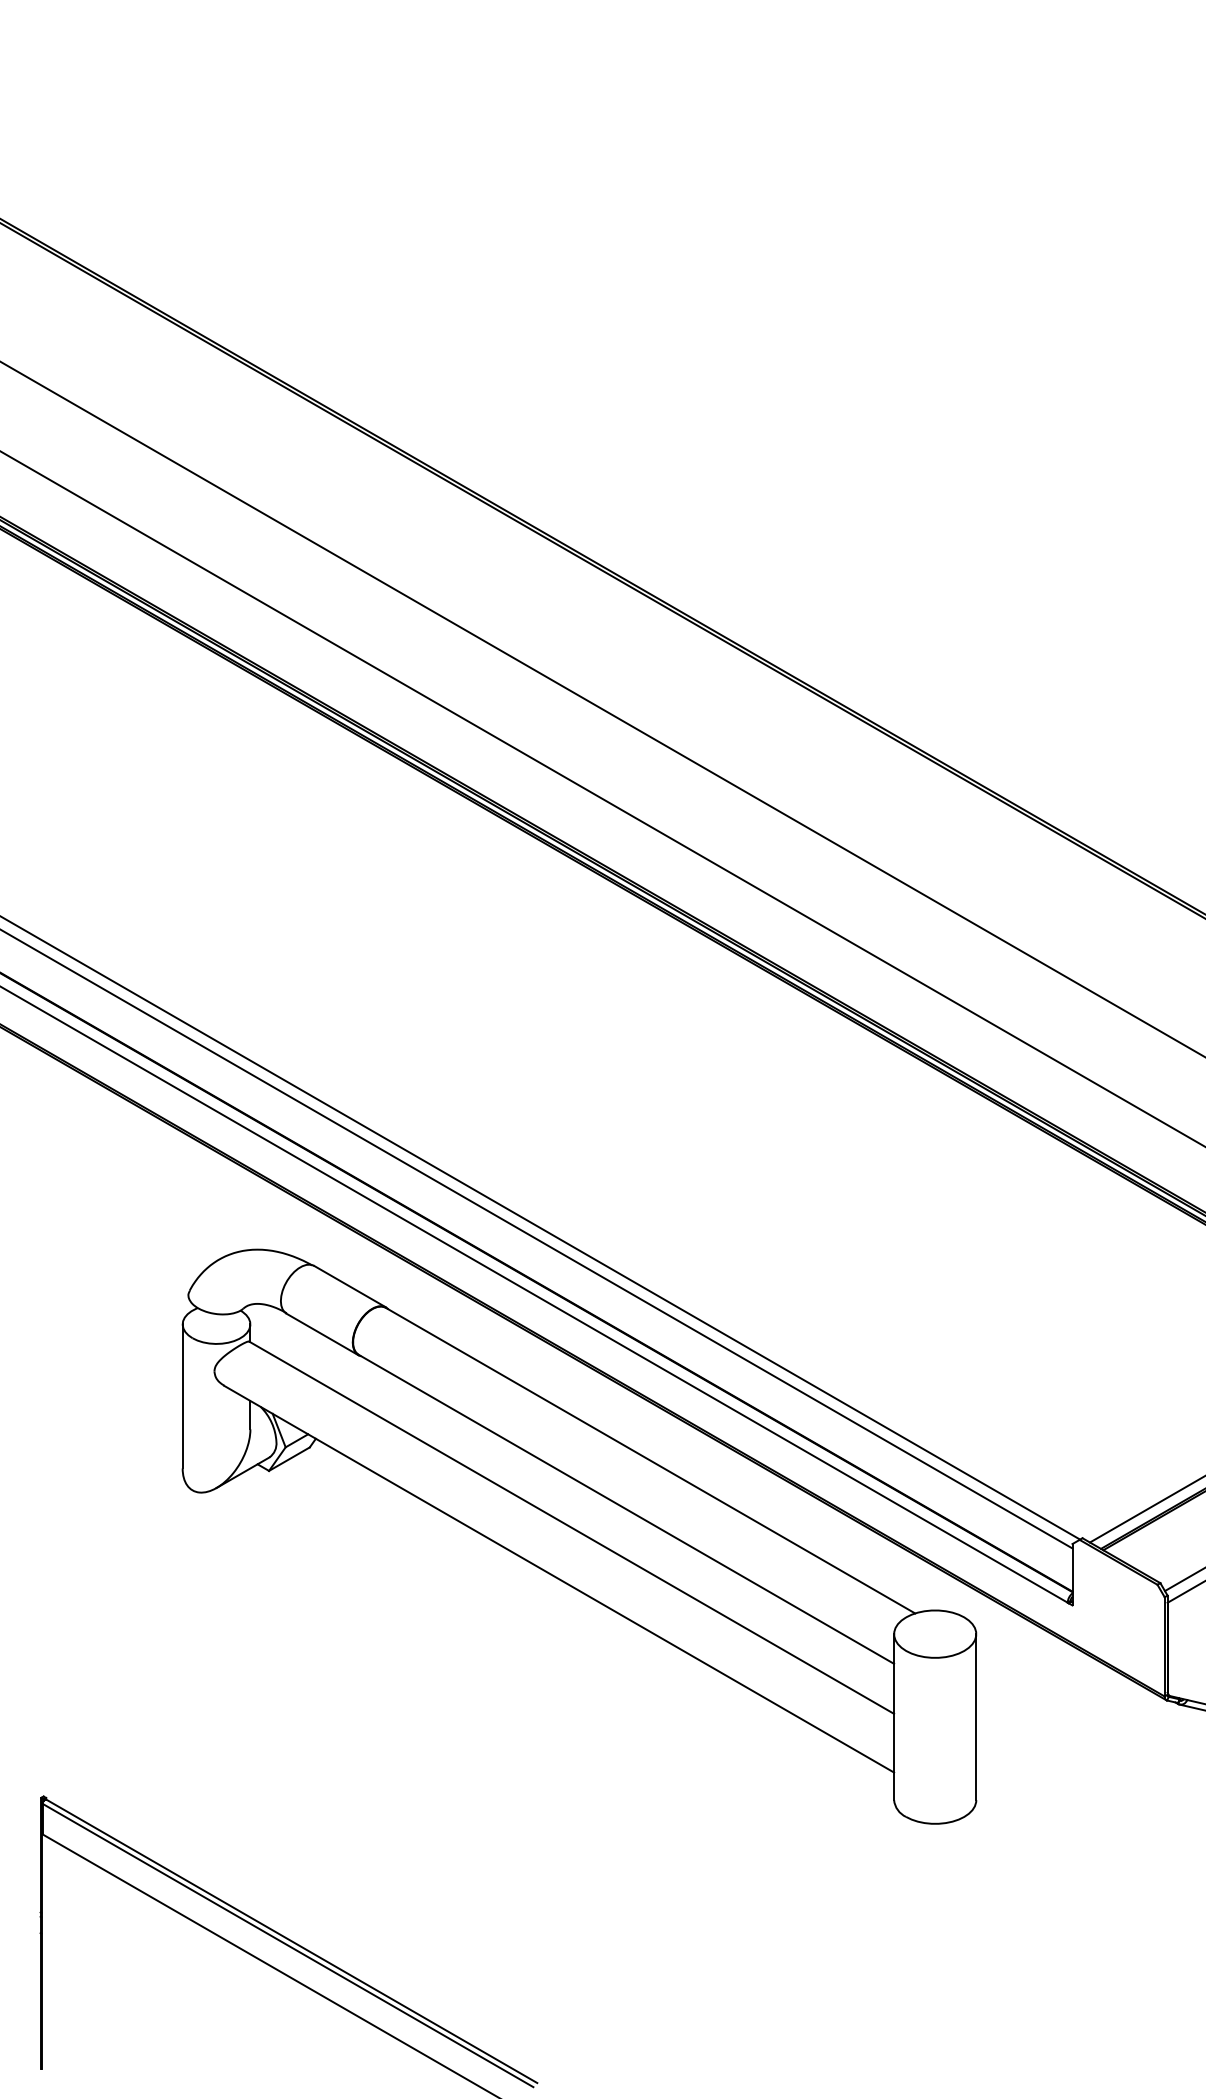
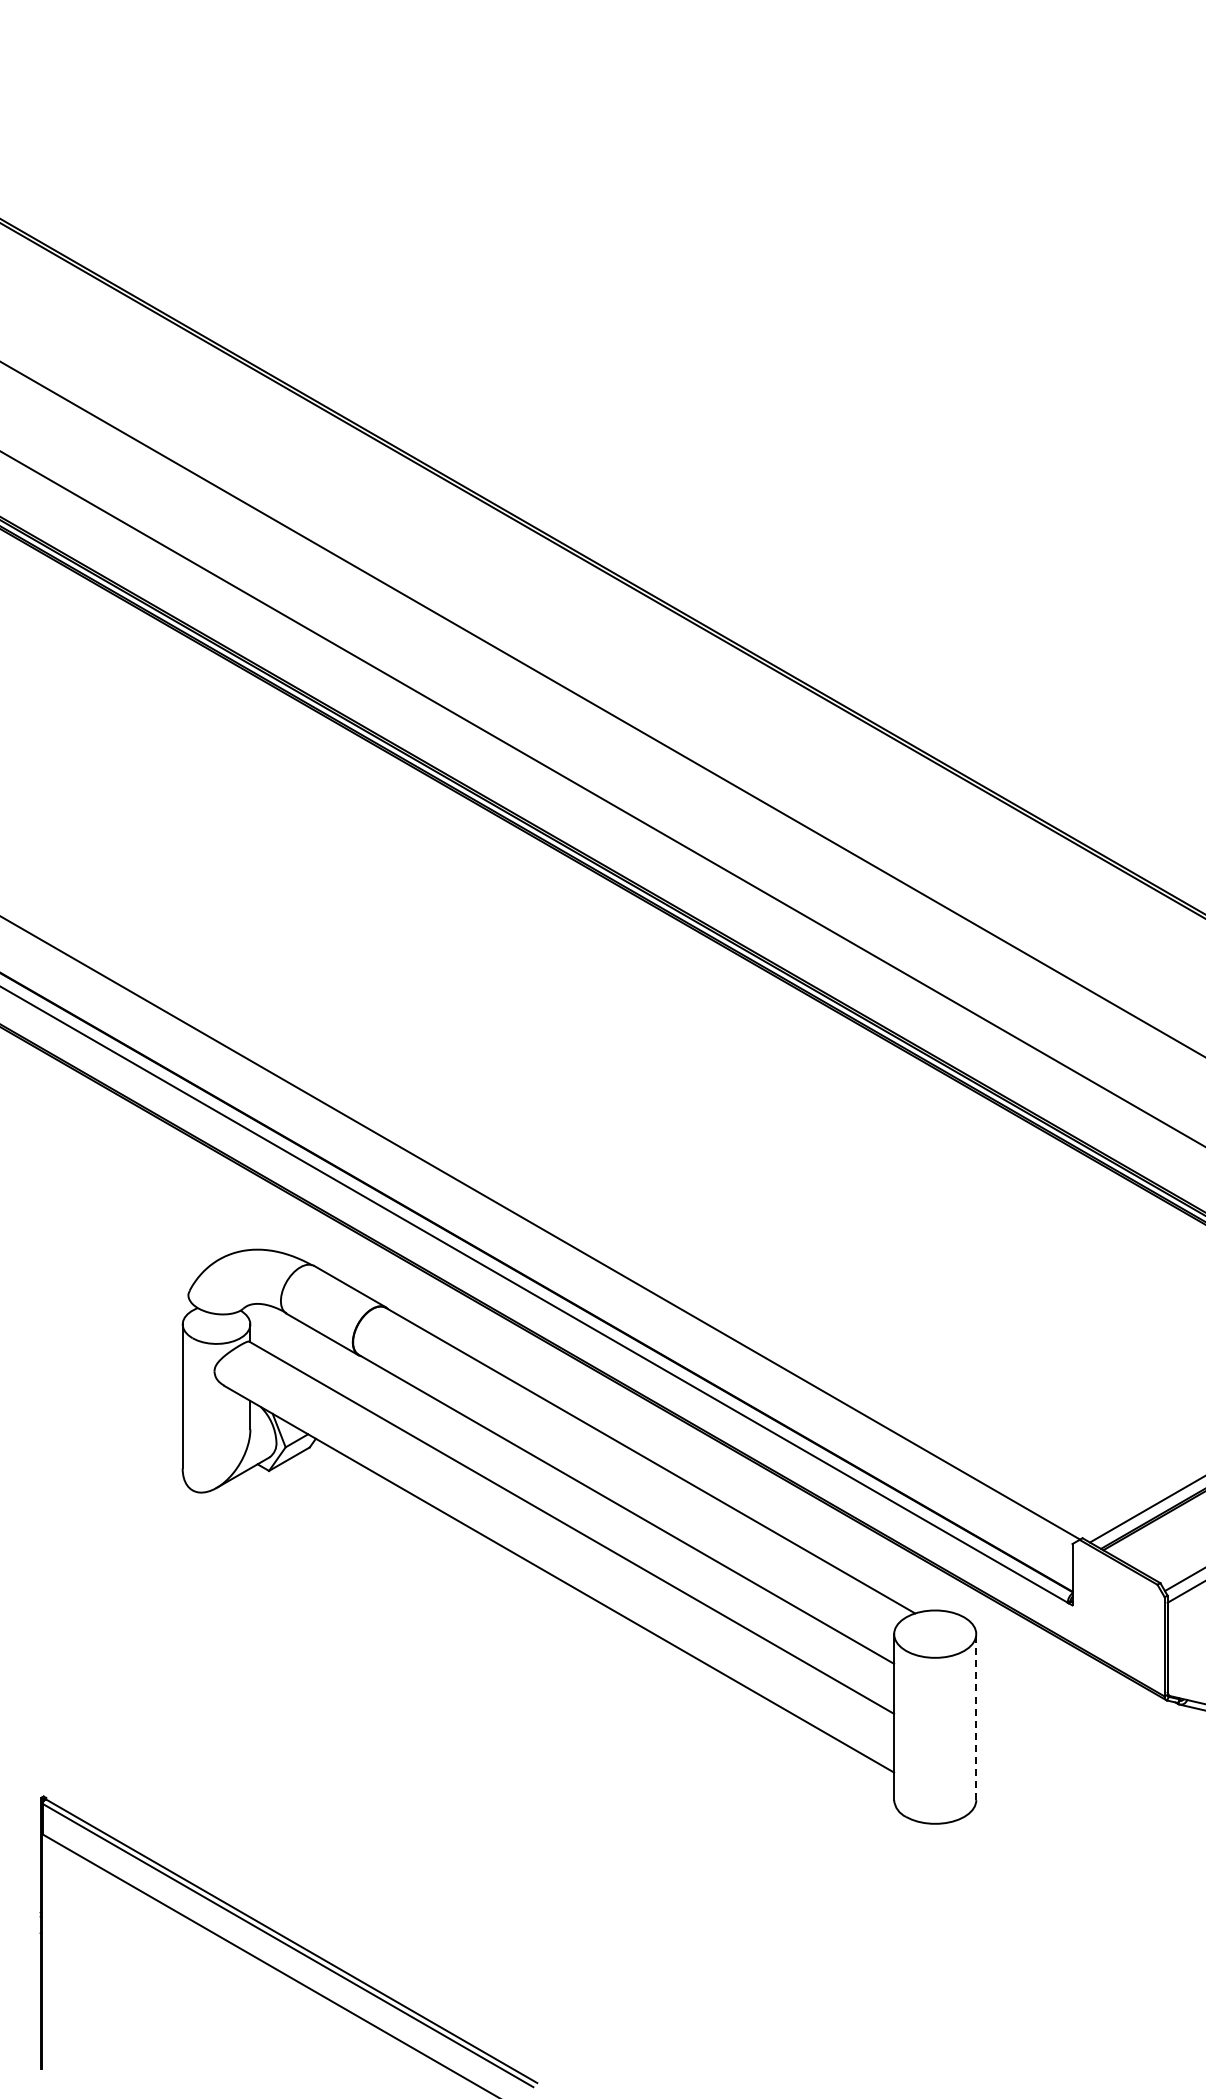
line at (537, 1239): present -> none
line at (976, 1717): solid -> dashed
